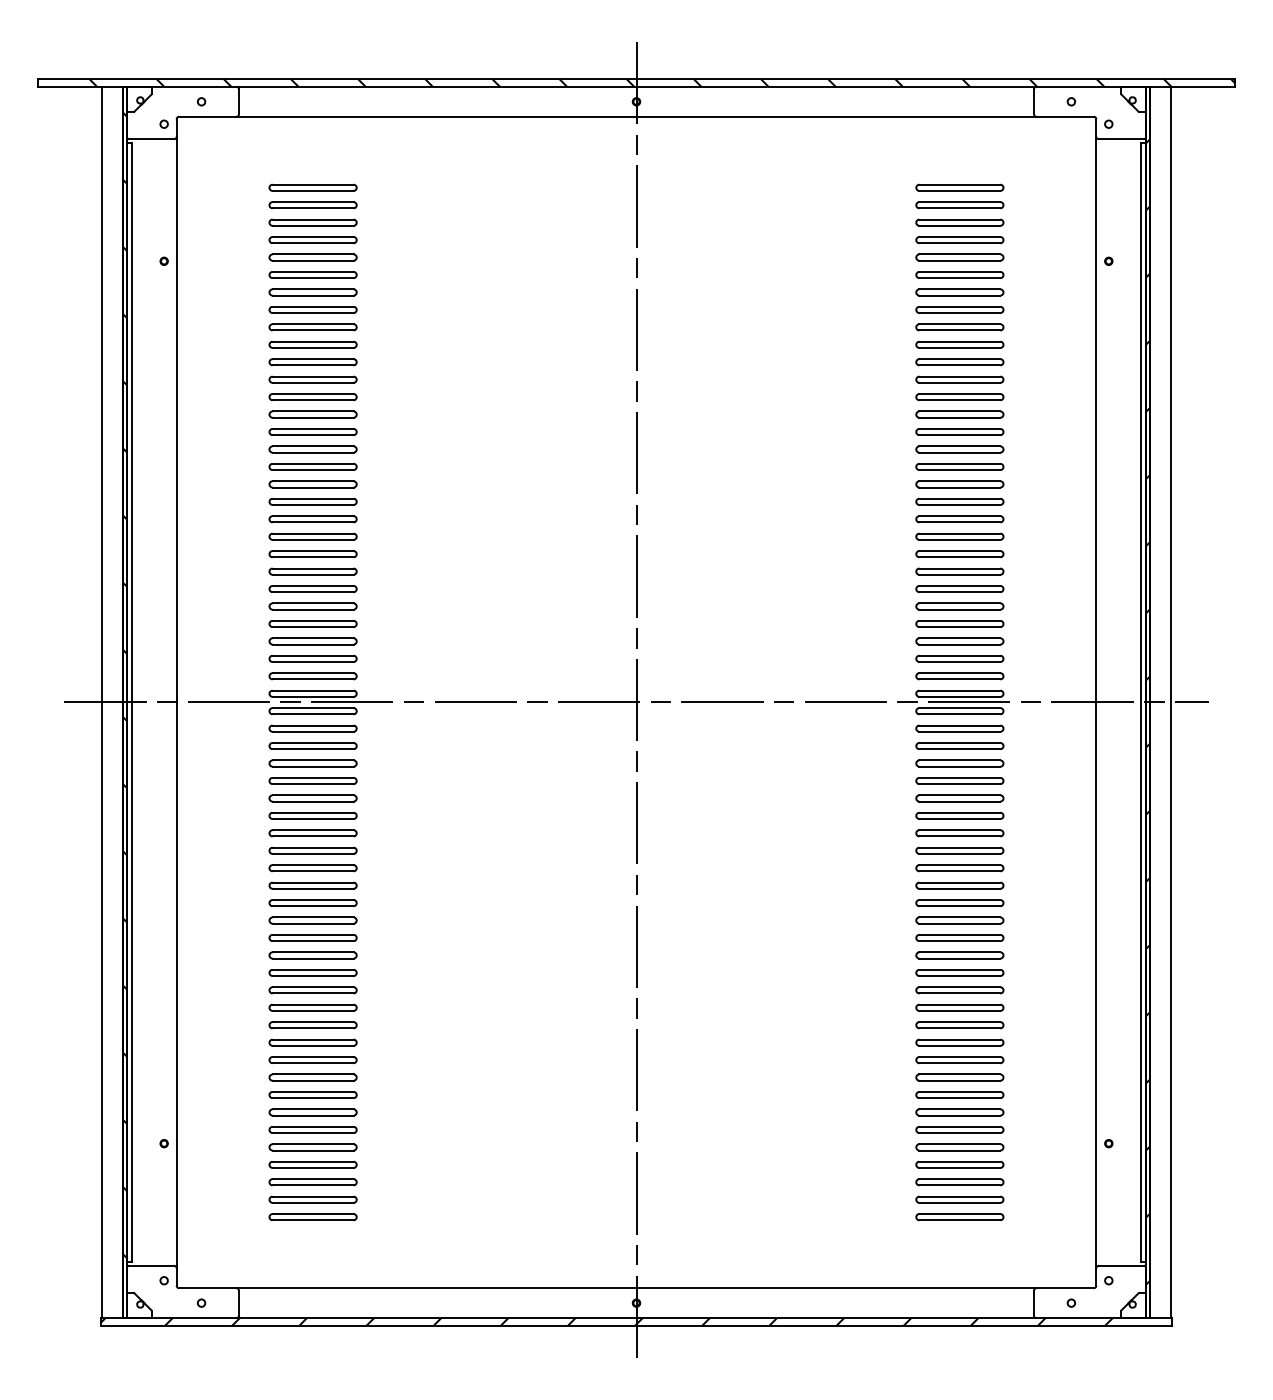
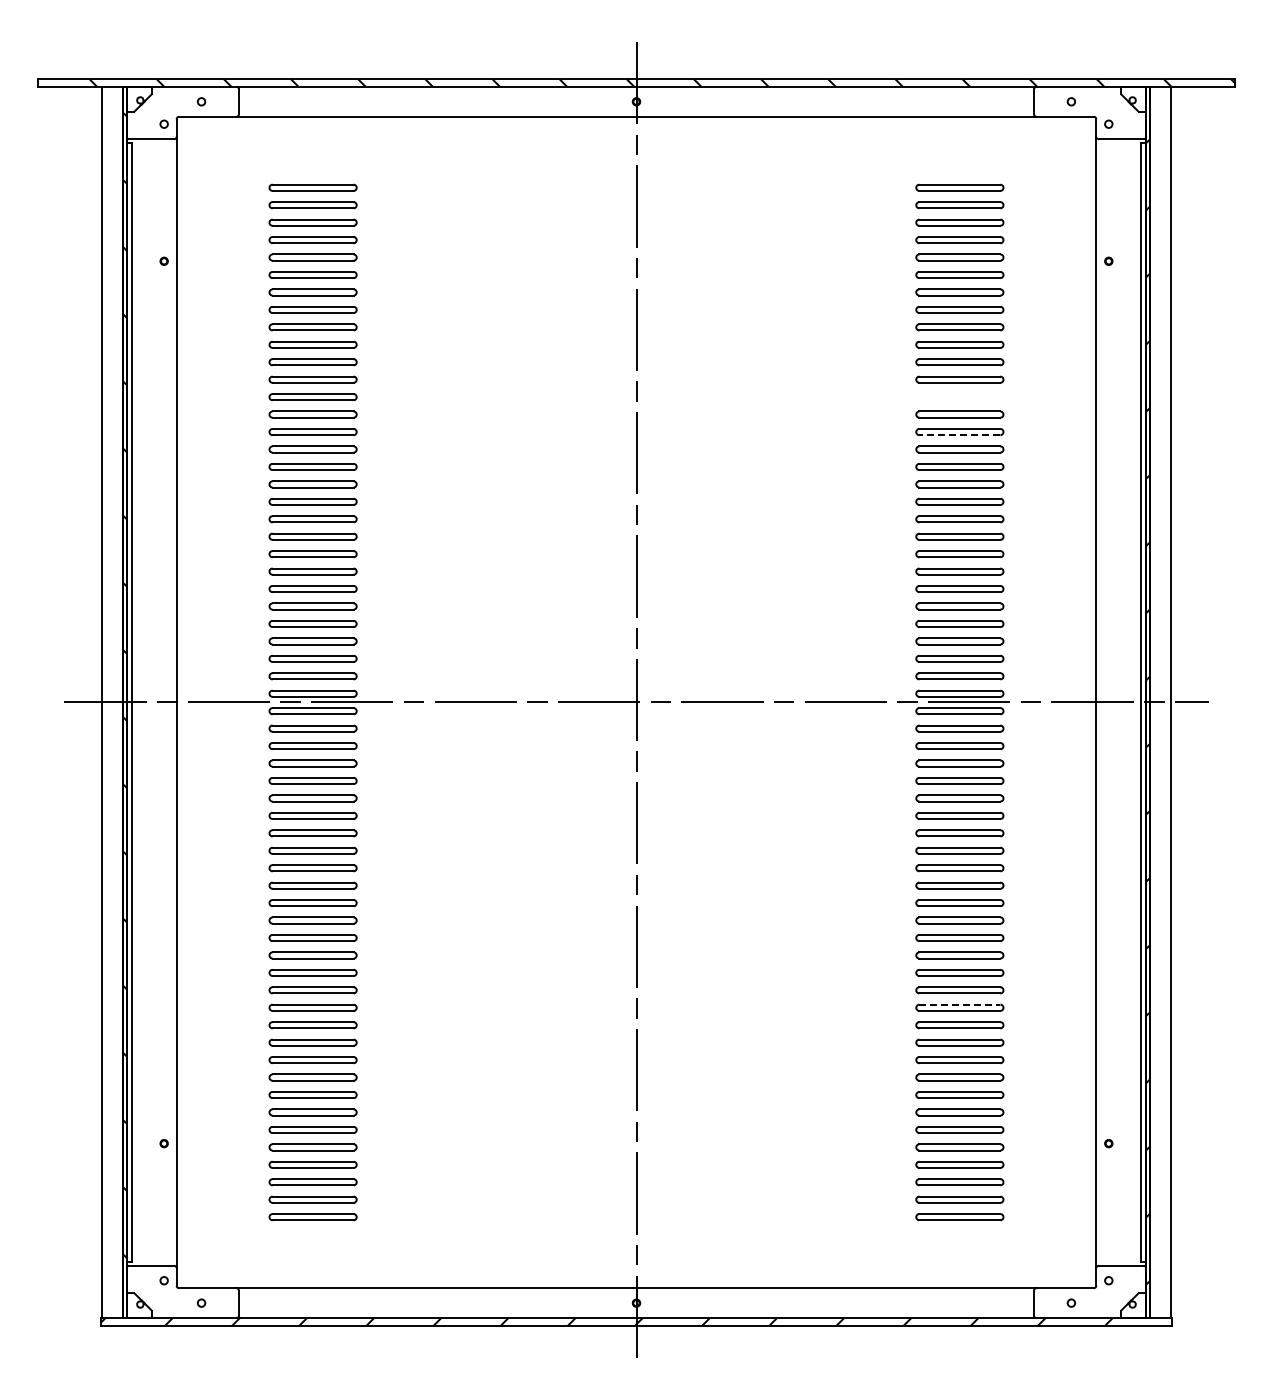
part at (959, 397): present -> none
line at (959, 435): solid -> dashed
line at (959, 1004): solid -> dashed
